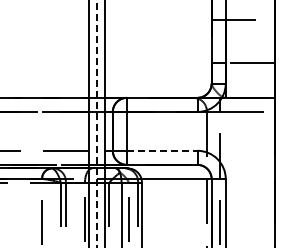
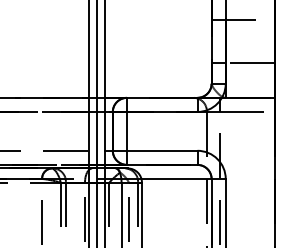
line at (97, 123): dashed -> solid
line at (162, 150): dashed -> solid
